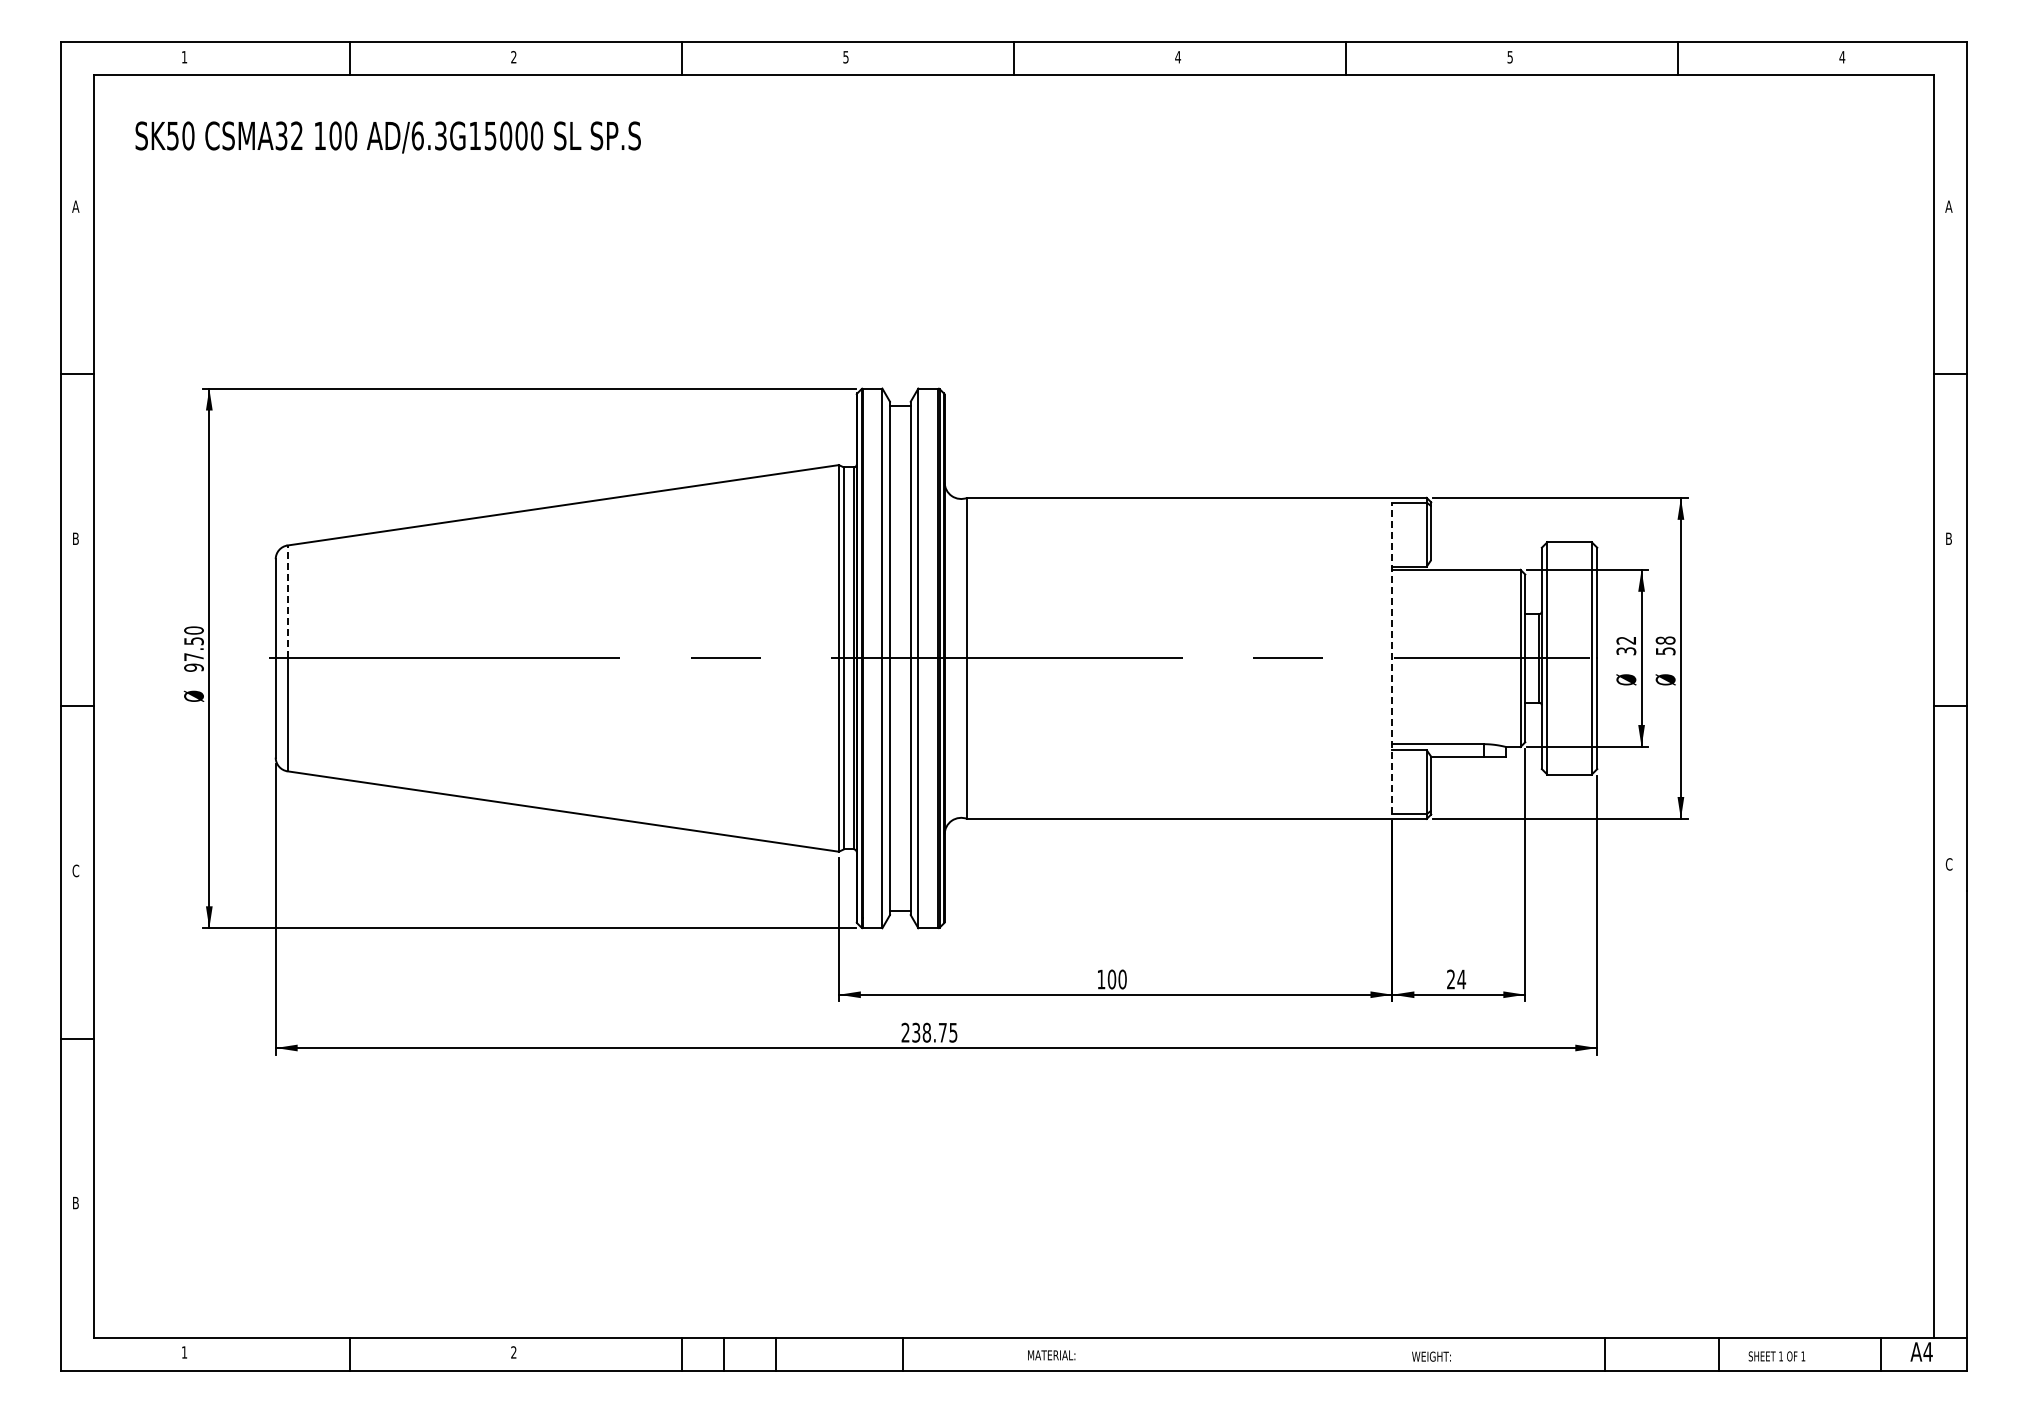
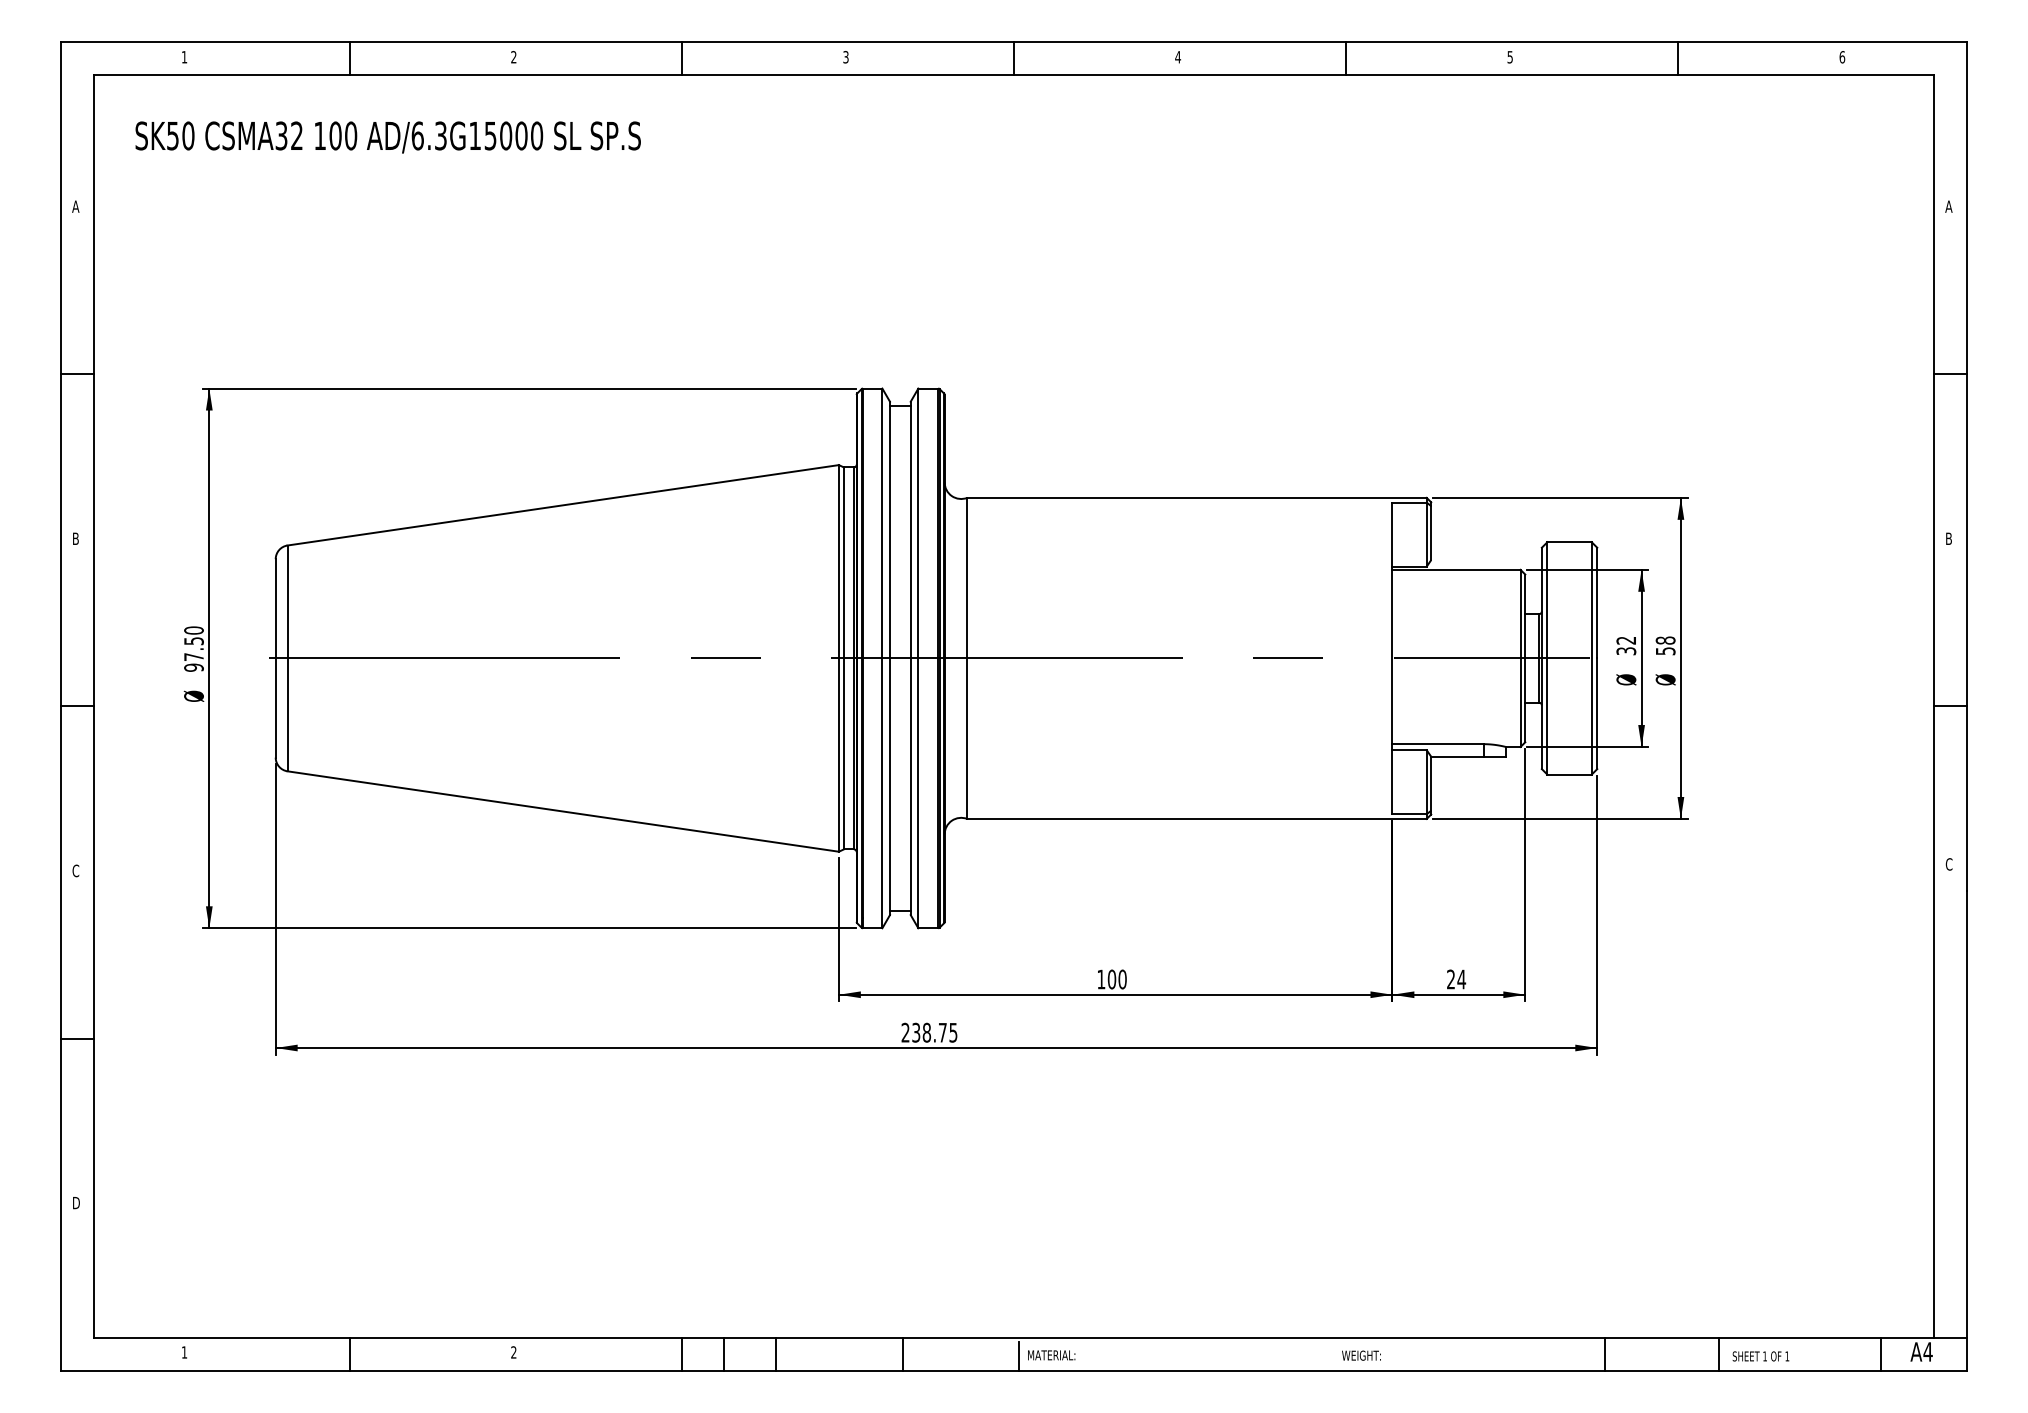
text at (845, 56): 5 -> 3
text at (1842, 57): 4 -> 6
line at (287, 601): dashed -> solid
line at (1392, 658): dashed -> solid
text at (76, 1202): B -> D
line at (1018, 1356): none -> present
text at (1431, 1356) position: (1431, 1356) -> (1361, 1355)
text at (1776, 1356) position: (1776, 1356) -> (1760, 1356)
